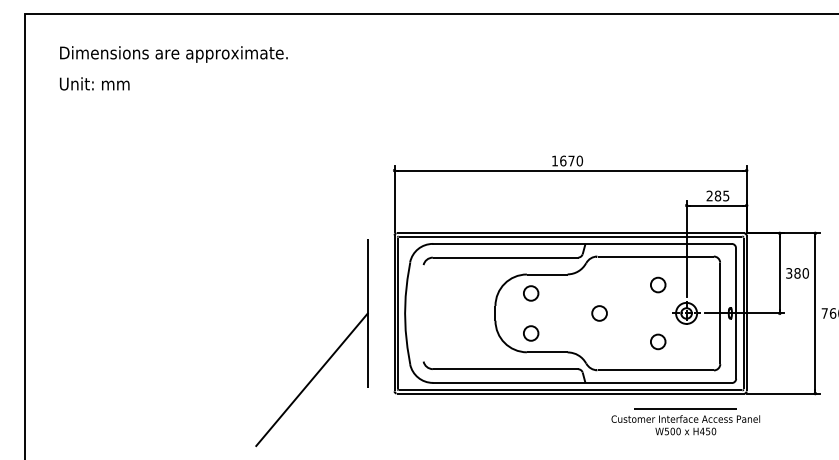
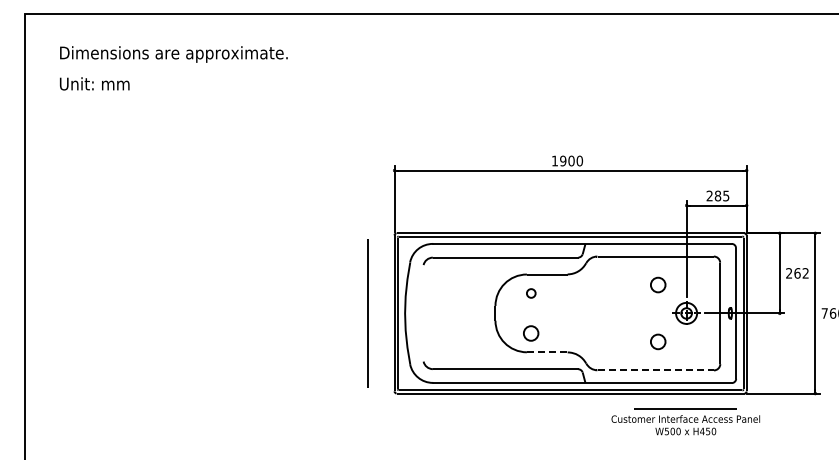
text at (567, 160): 1670 -> 1900
text at (797, 273): 380 -> 262
part at (531, 293) size: 17x17 px -> 11x11 px
part at (599, 313): present -> none
line at (547, 352): solid -> dashed
line at (656, 370): solid -> dashed
line at (311, 379): present -> none
